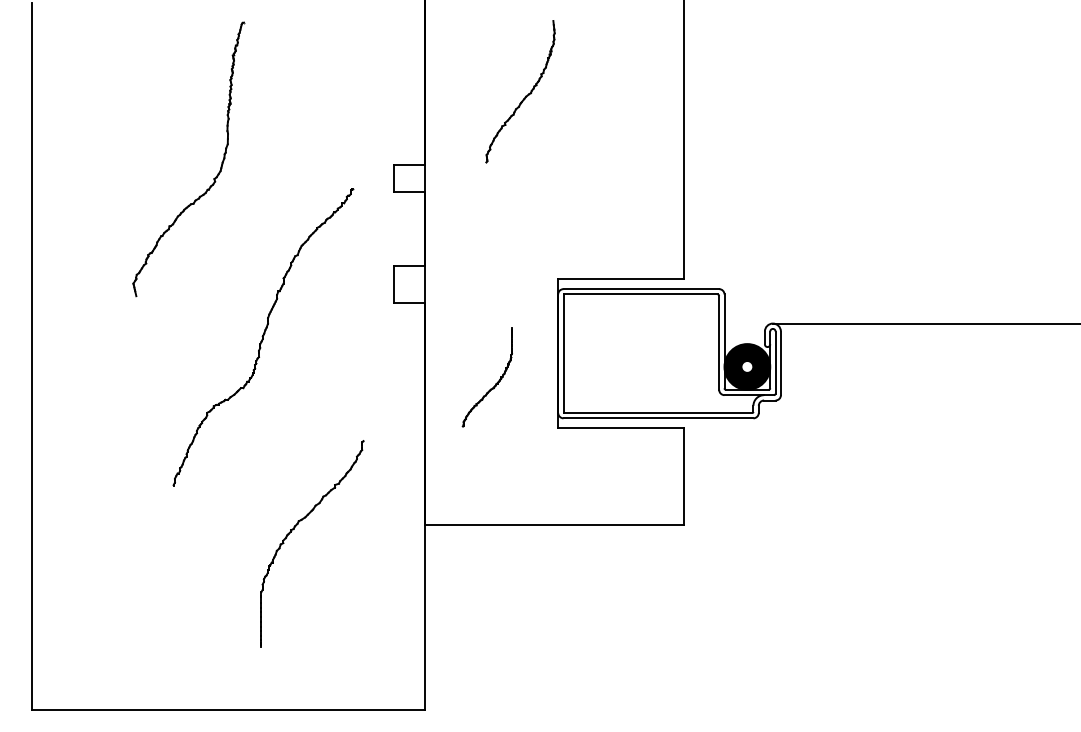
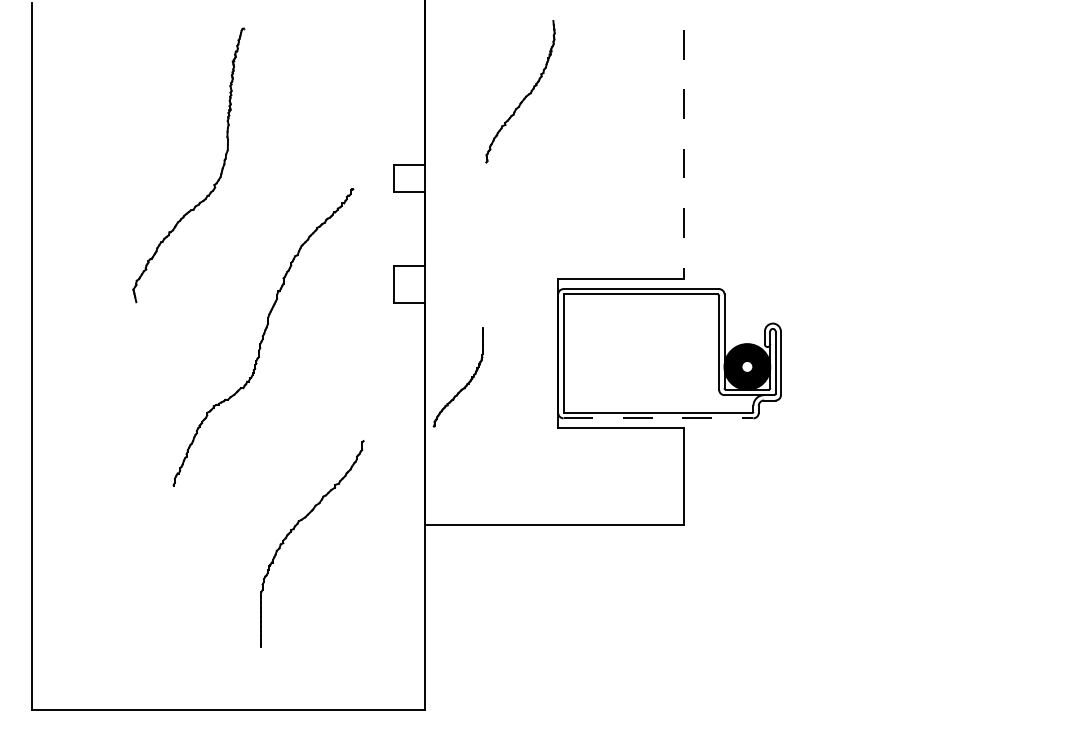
line at (684, 140): solid -> dashed
part at (213, 178) position: (213, 178) -> (213, 184)
line at (924, 323): present -> none
part at (495, 383) position: (495, 383) -> (466, 383)
line at (658, 418): solid -> dashed
